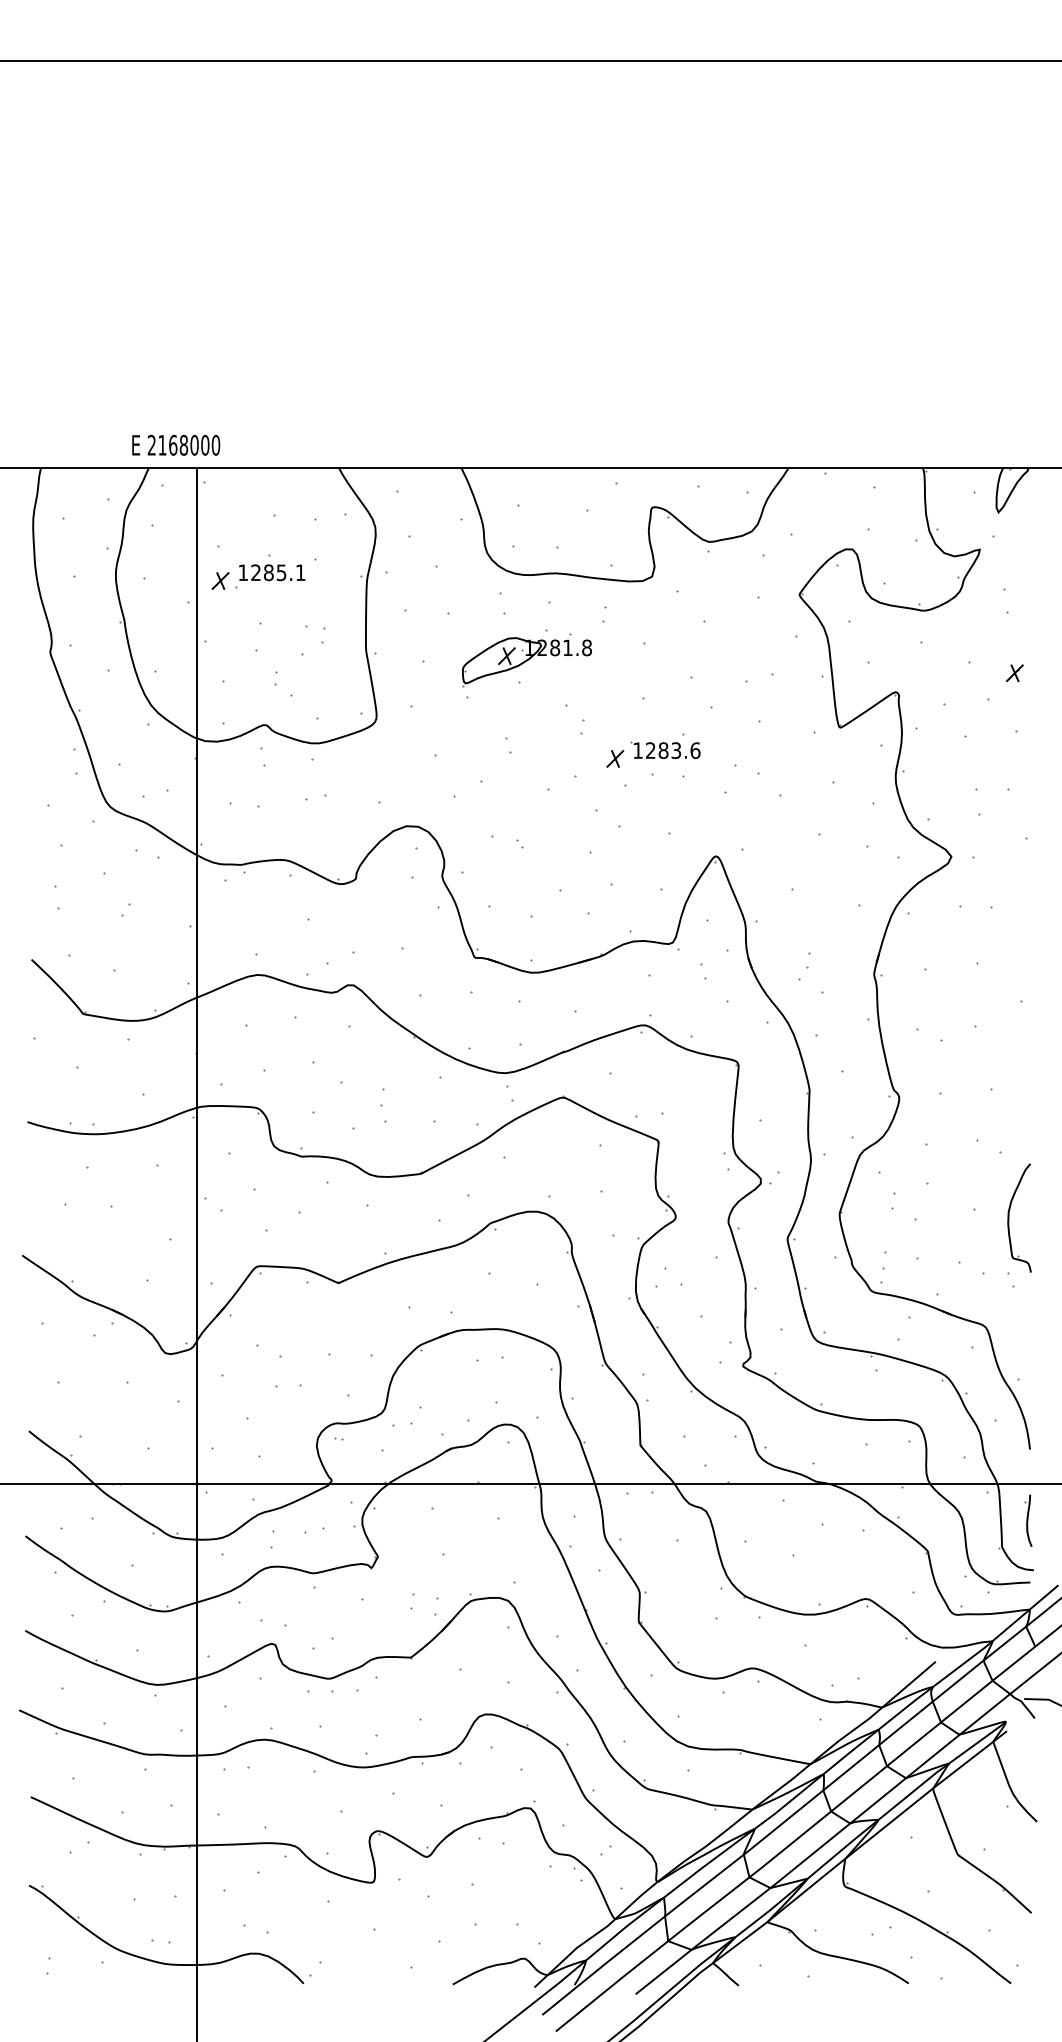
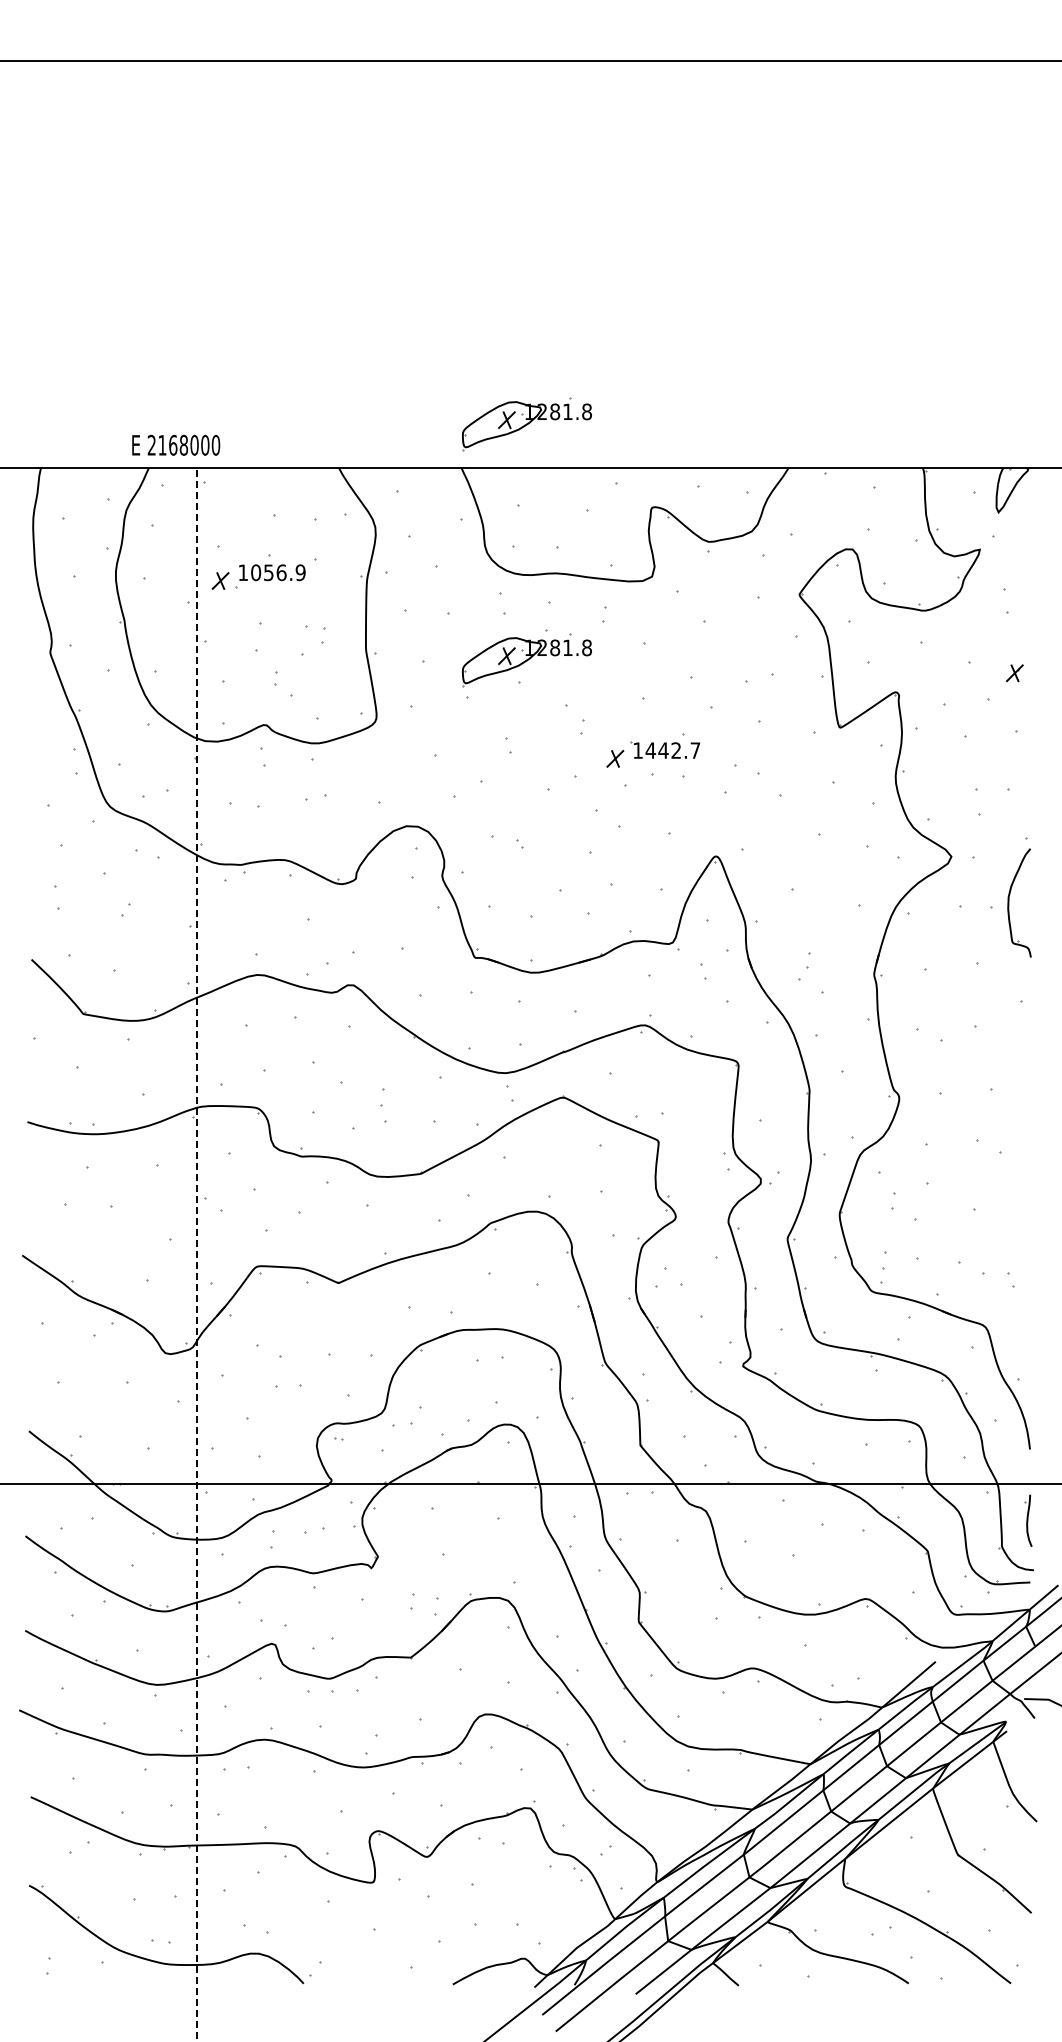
part at (526, 424): none -> present
text at (278, 572): 1285.1 -> 1056.9
text at (672, 750): 1283.6 -> 1442.7
part at (1009, 1217) position: (1009, 1217) -> (1009, 902)
line at (197, 1254): solid -> dashed
